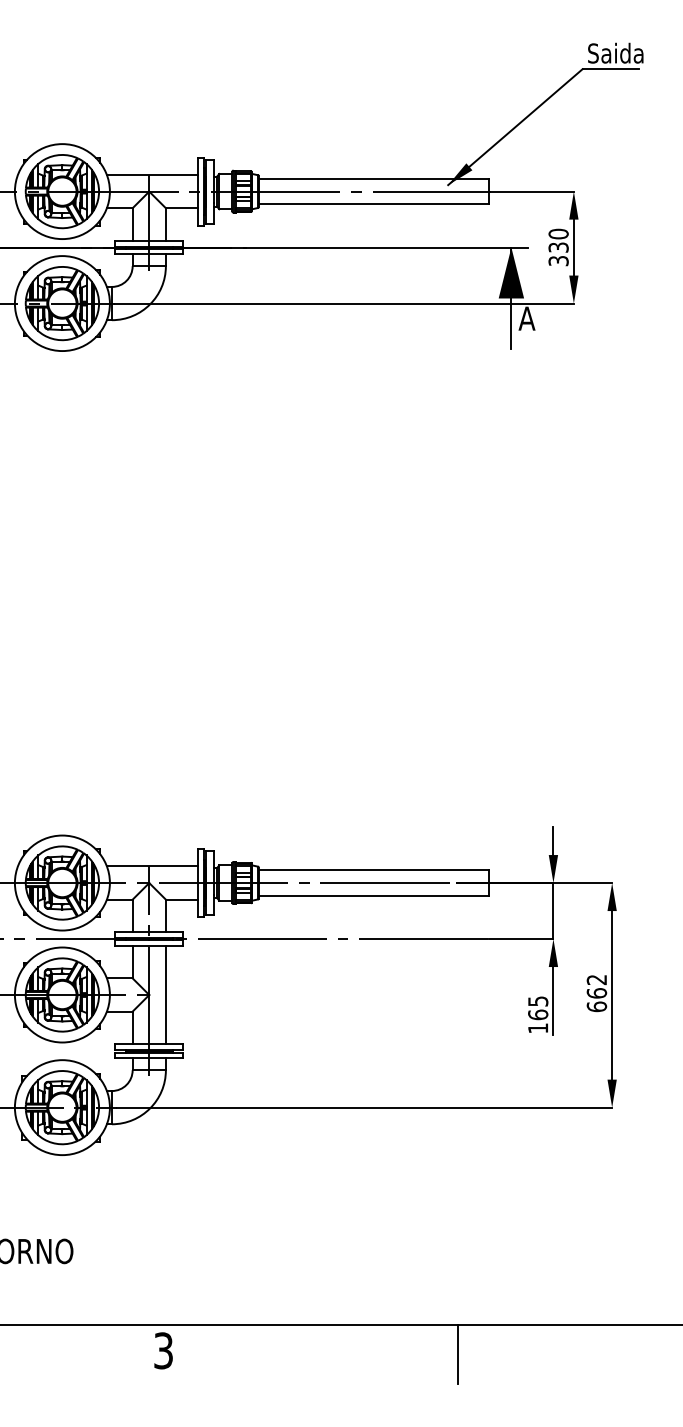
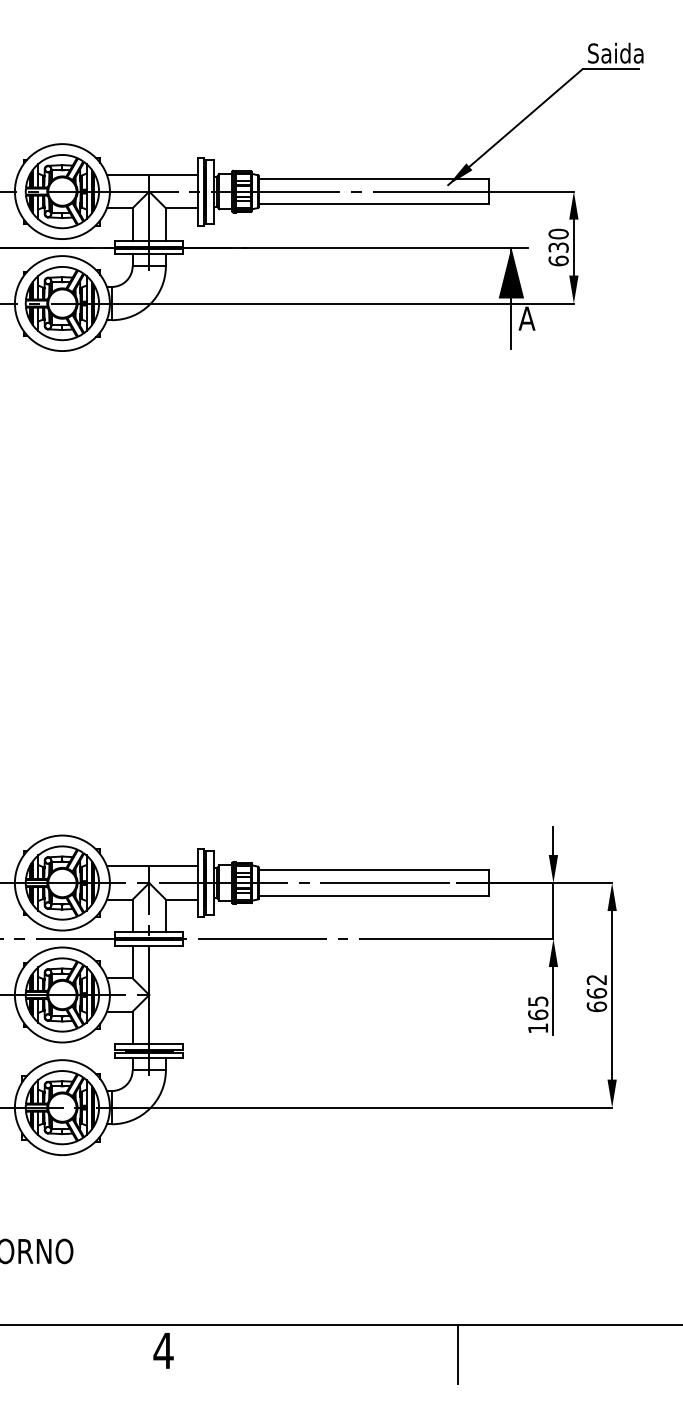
text at (558, 260): 330 -> 630
line at (165, 994): present -> none
text at (163, 1350): 3 -> 4
